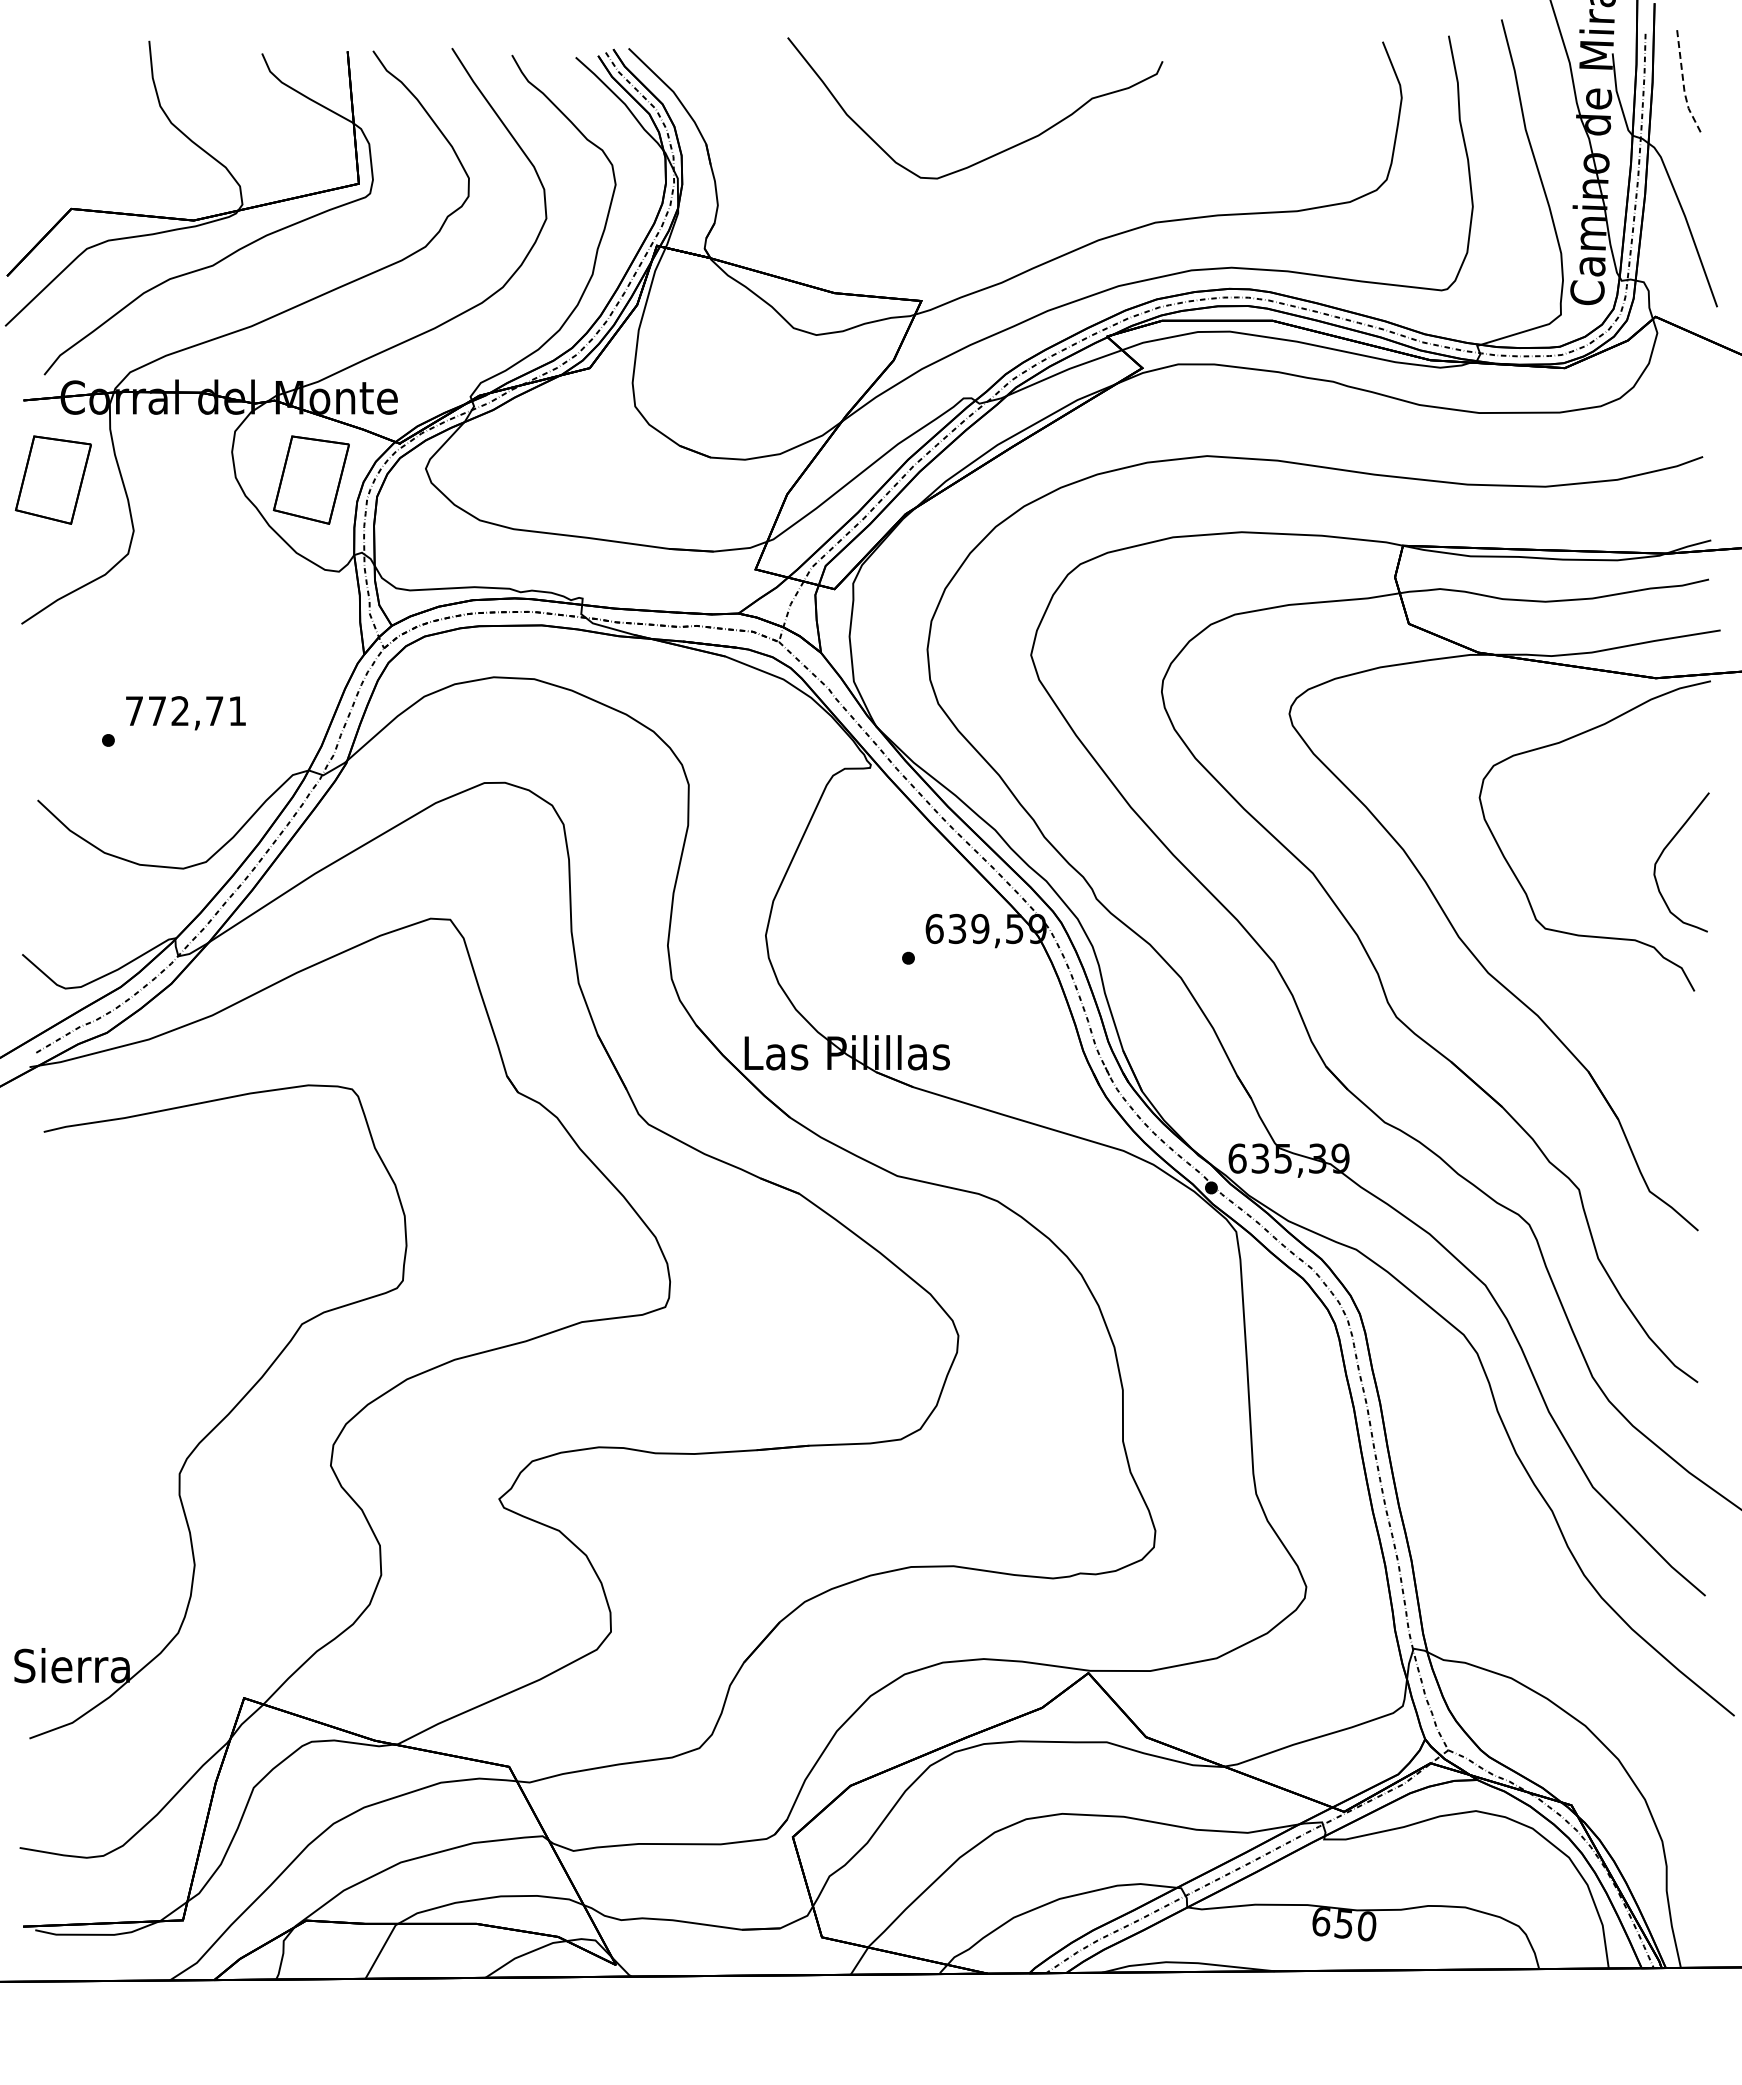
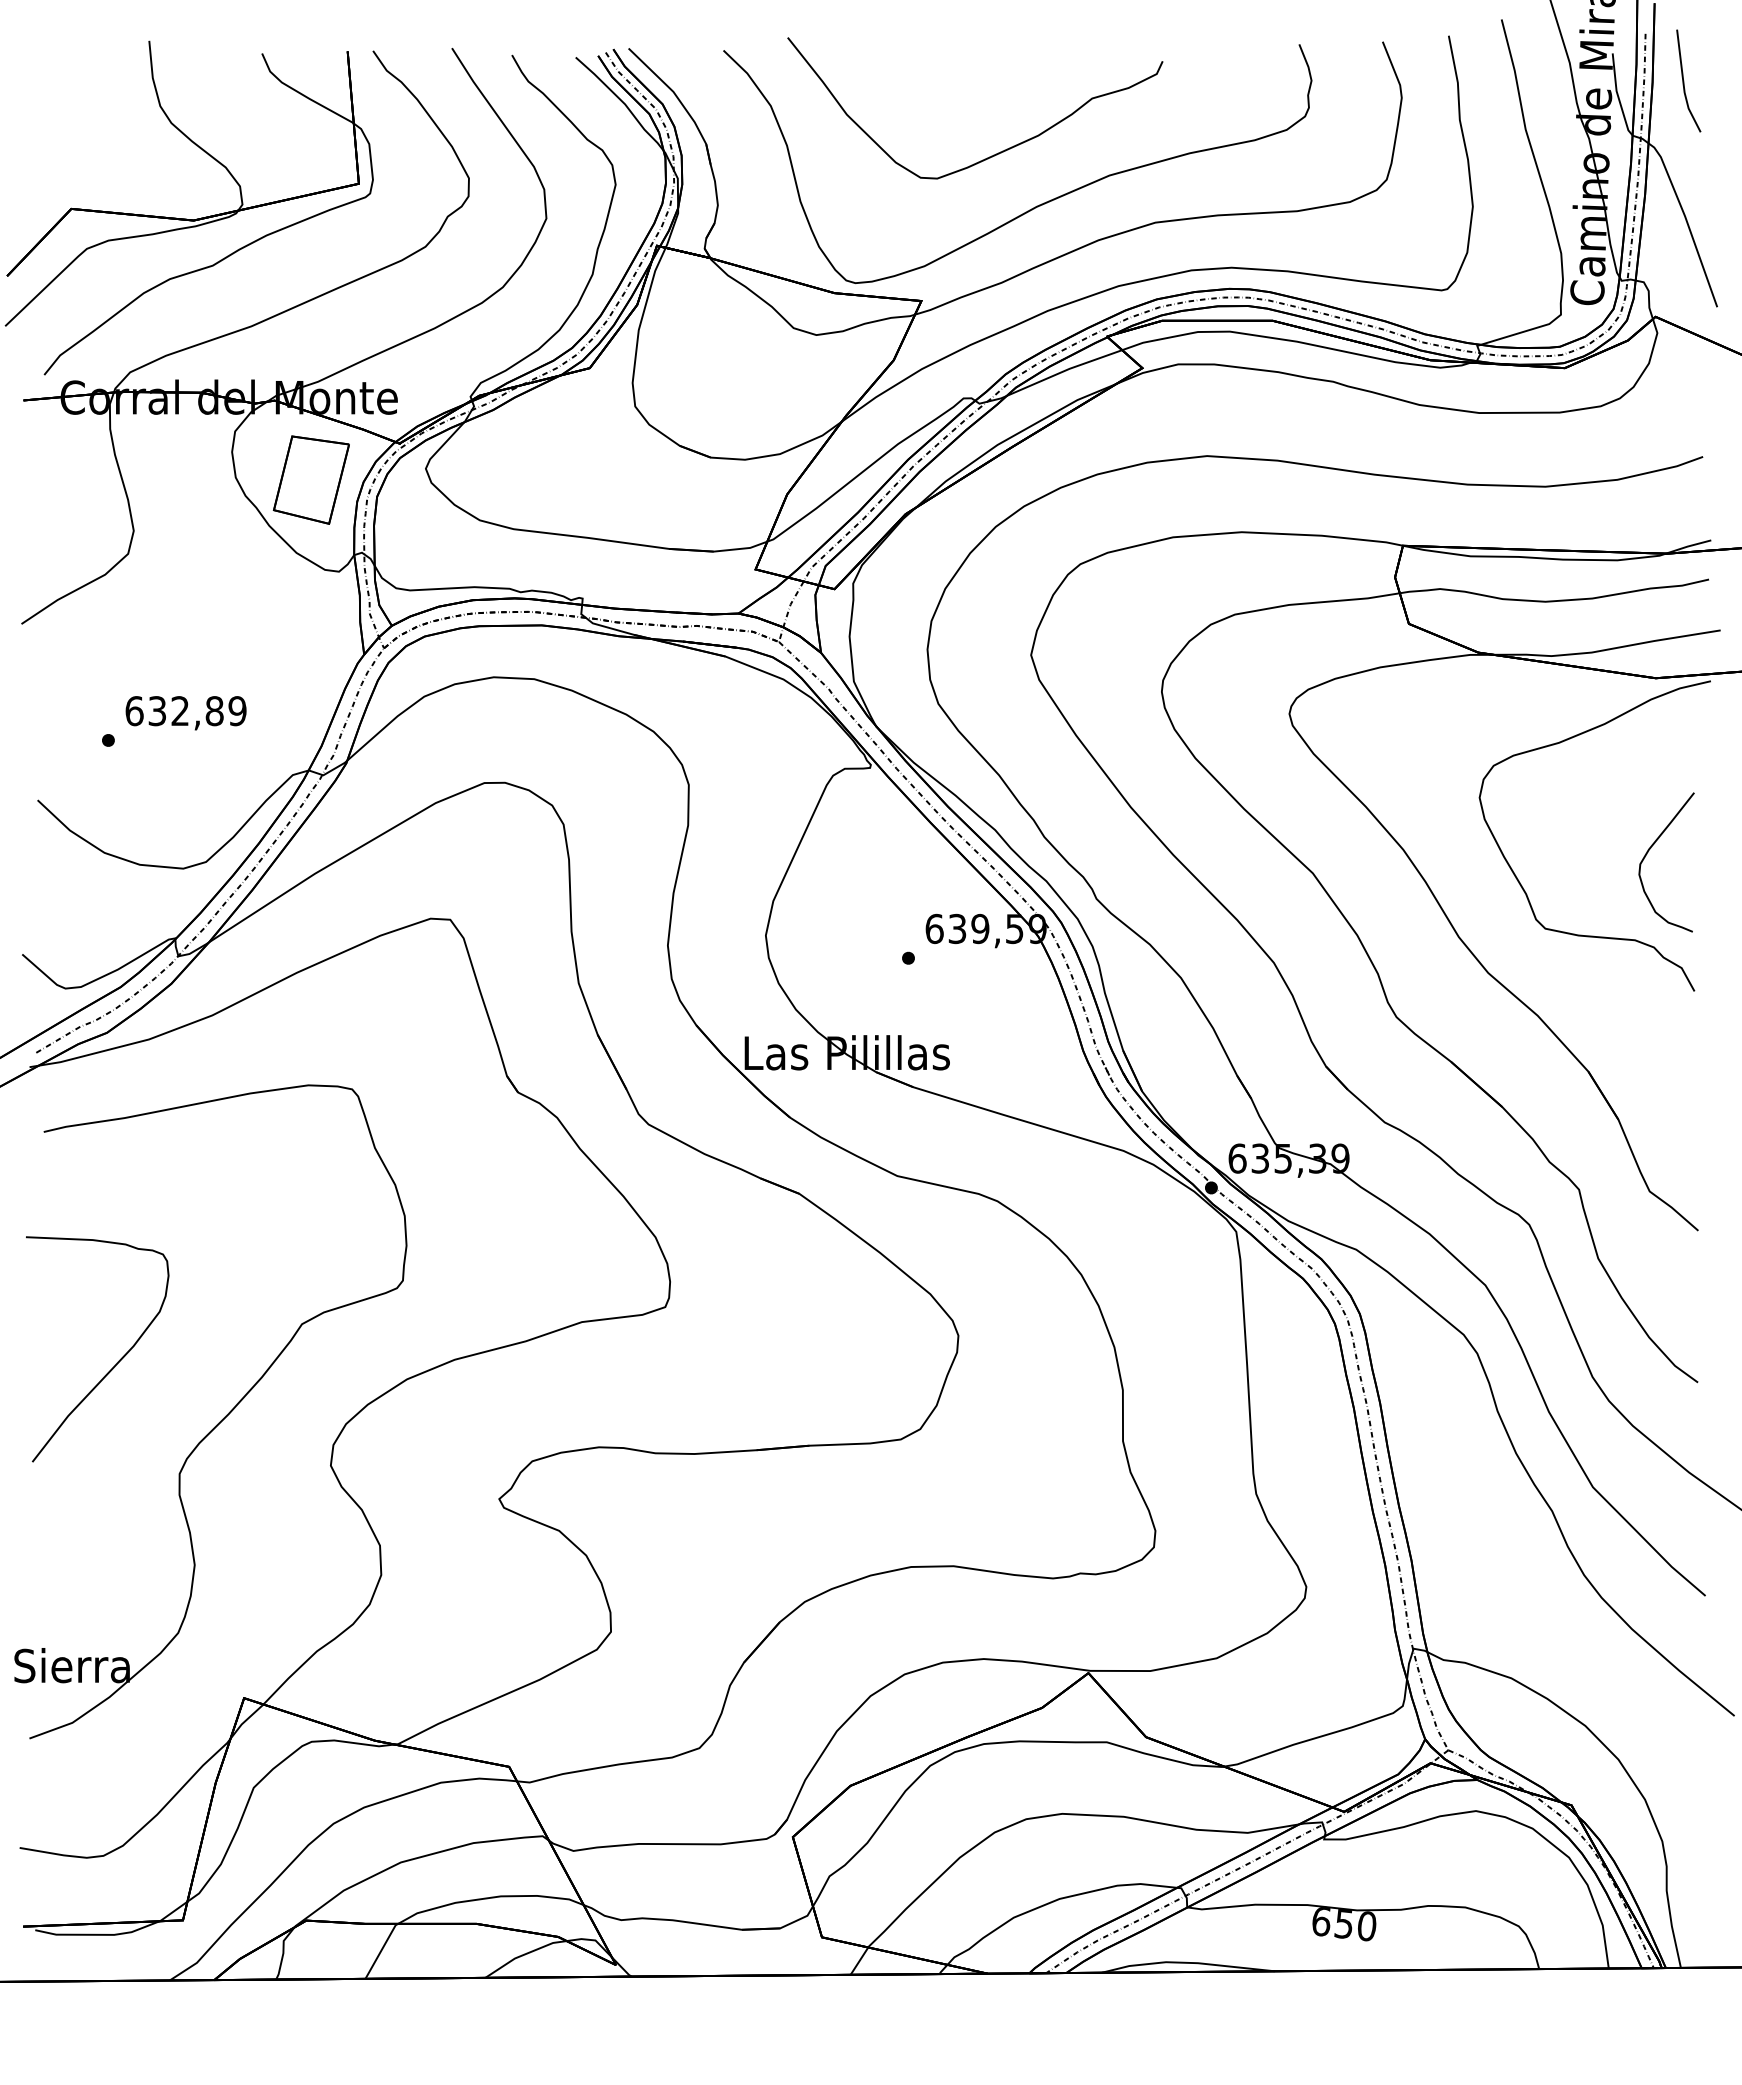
line at (1683, 83): dashed -> solid
curve at (1037, 205): none -> present
part at (52, 479): present -> none
text at (185, 711): 772,71 -> 632,89
curve at (1666, 848) position: (1666, 848) -> (1651, 848)
curve at (117, 1361): none -> present
